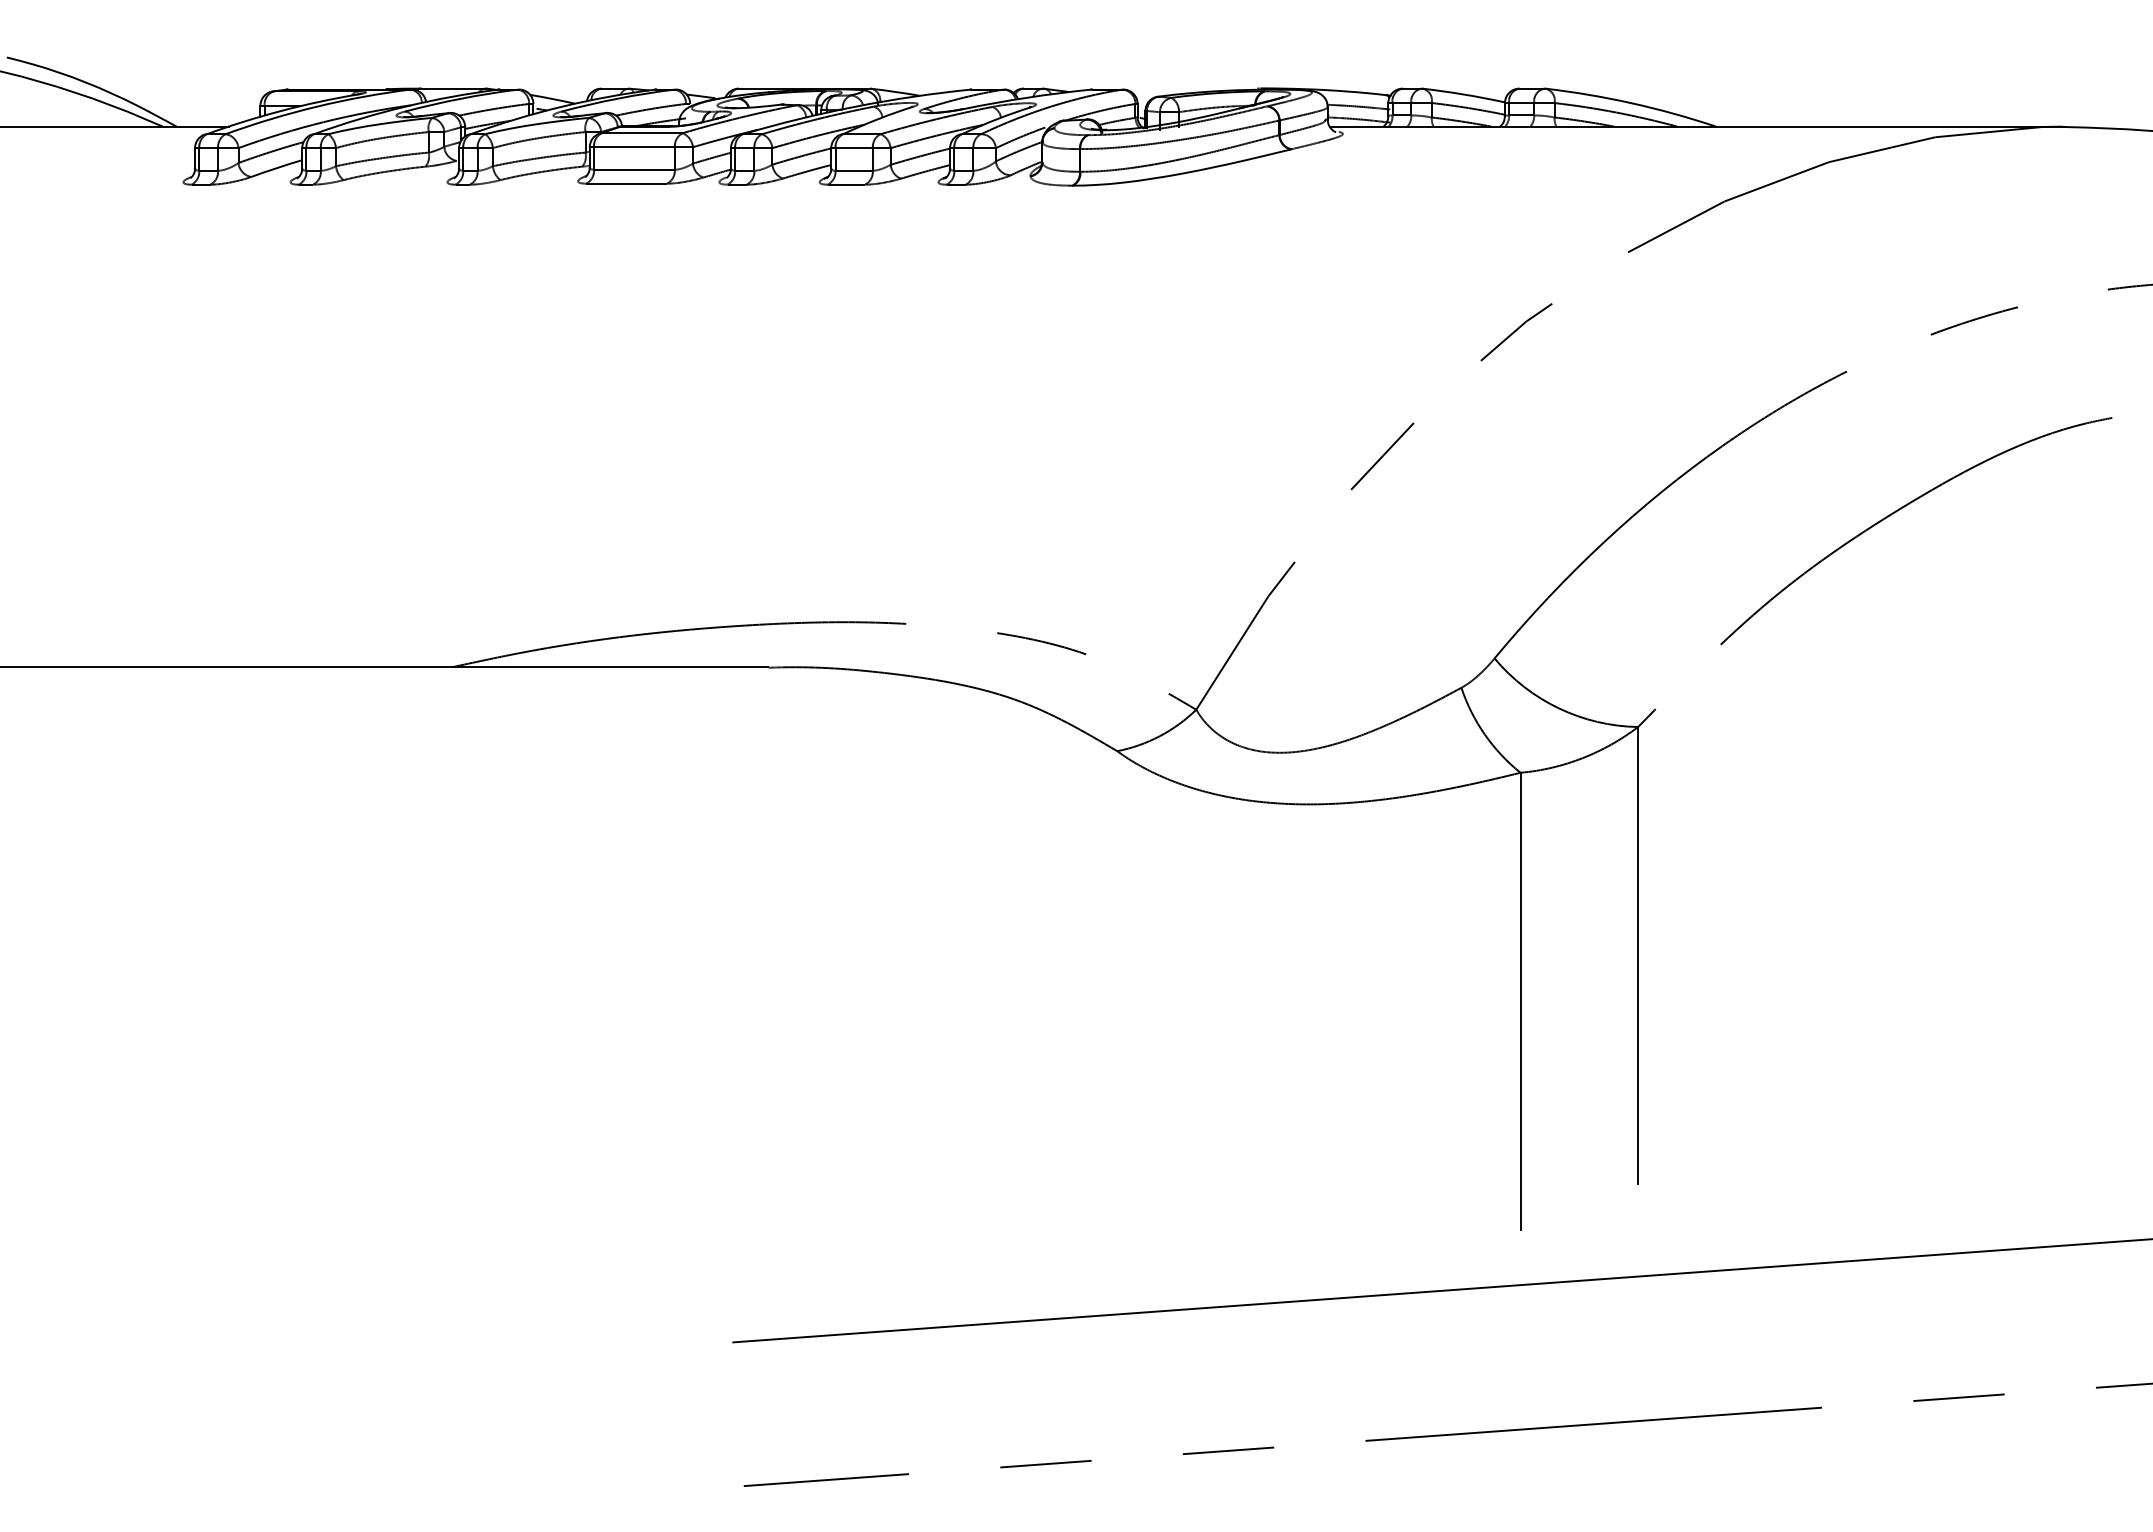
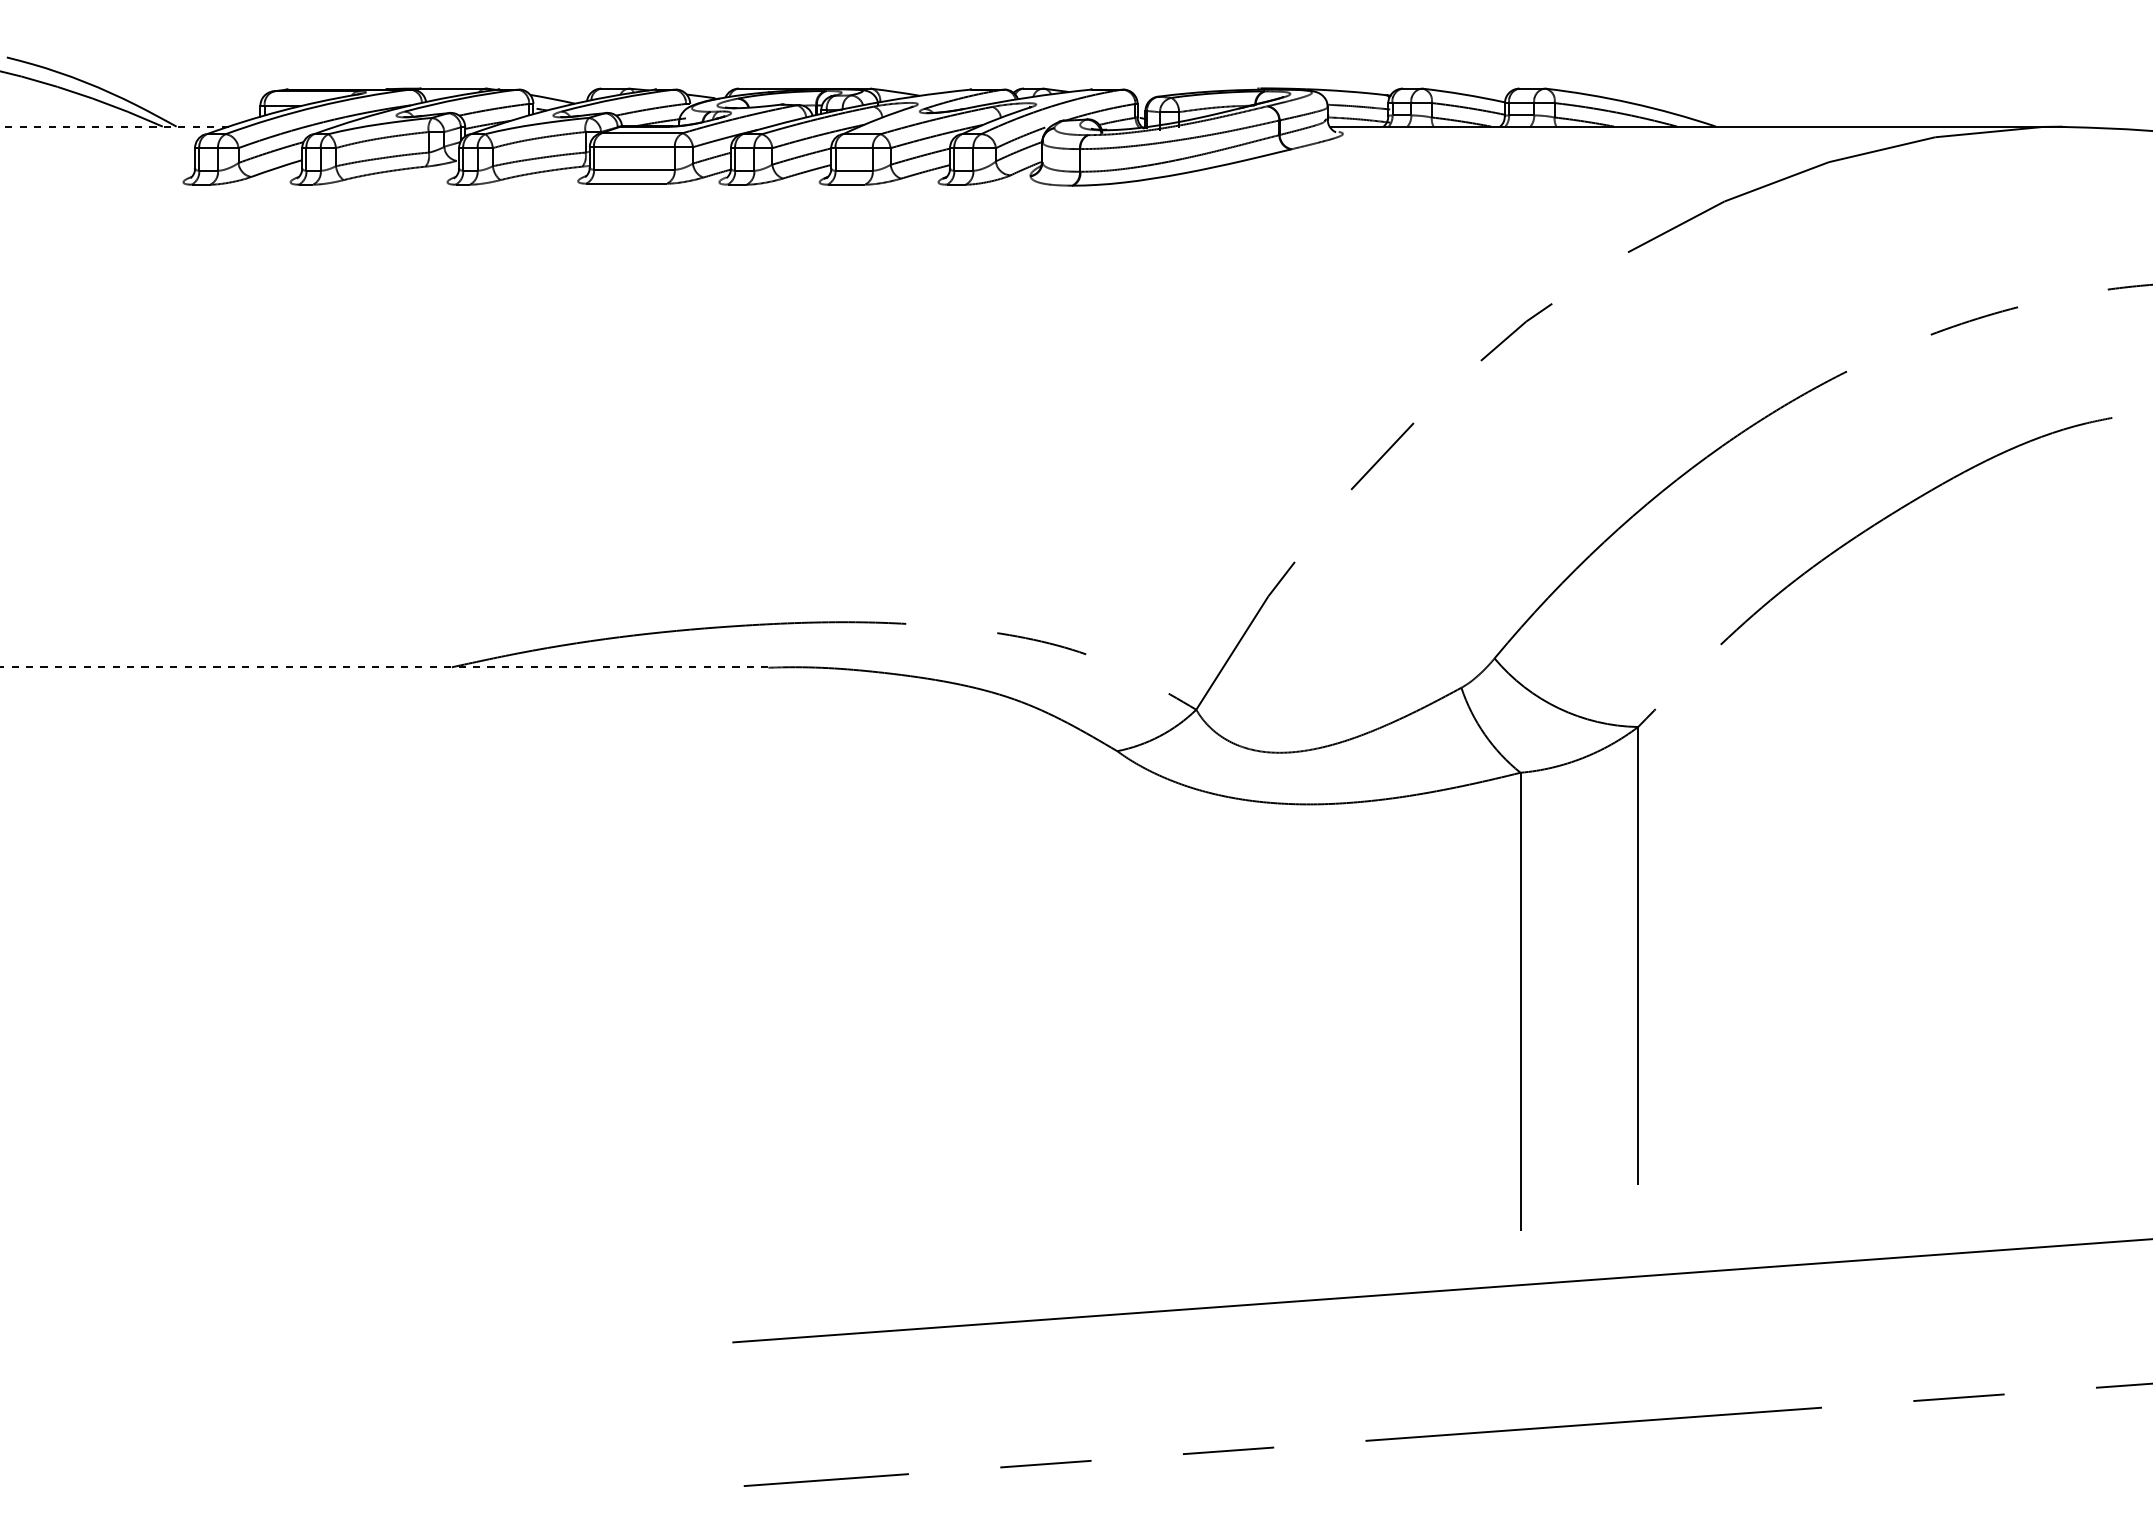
line at (113, 126): solid -> dashed
line at (384, 667): solid -> dashed
